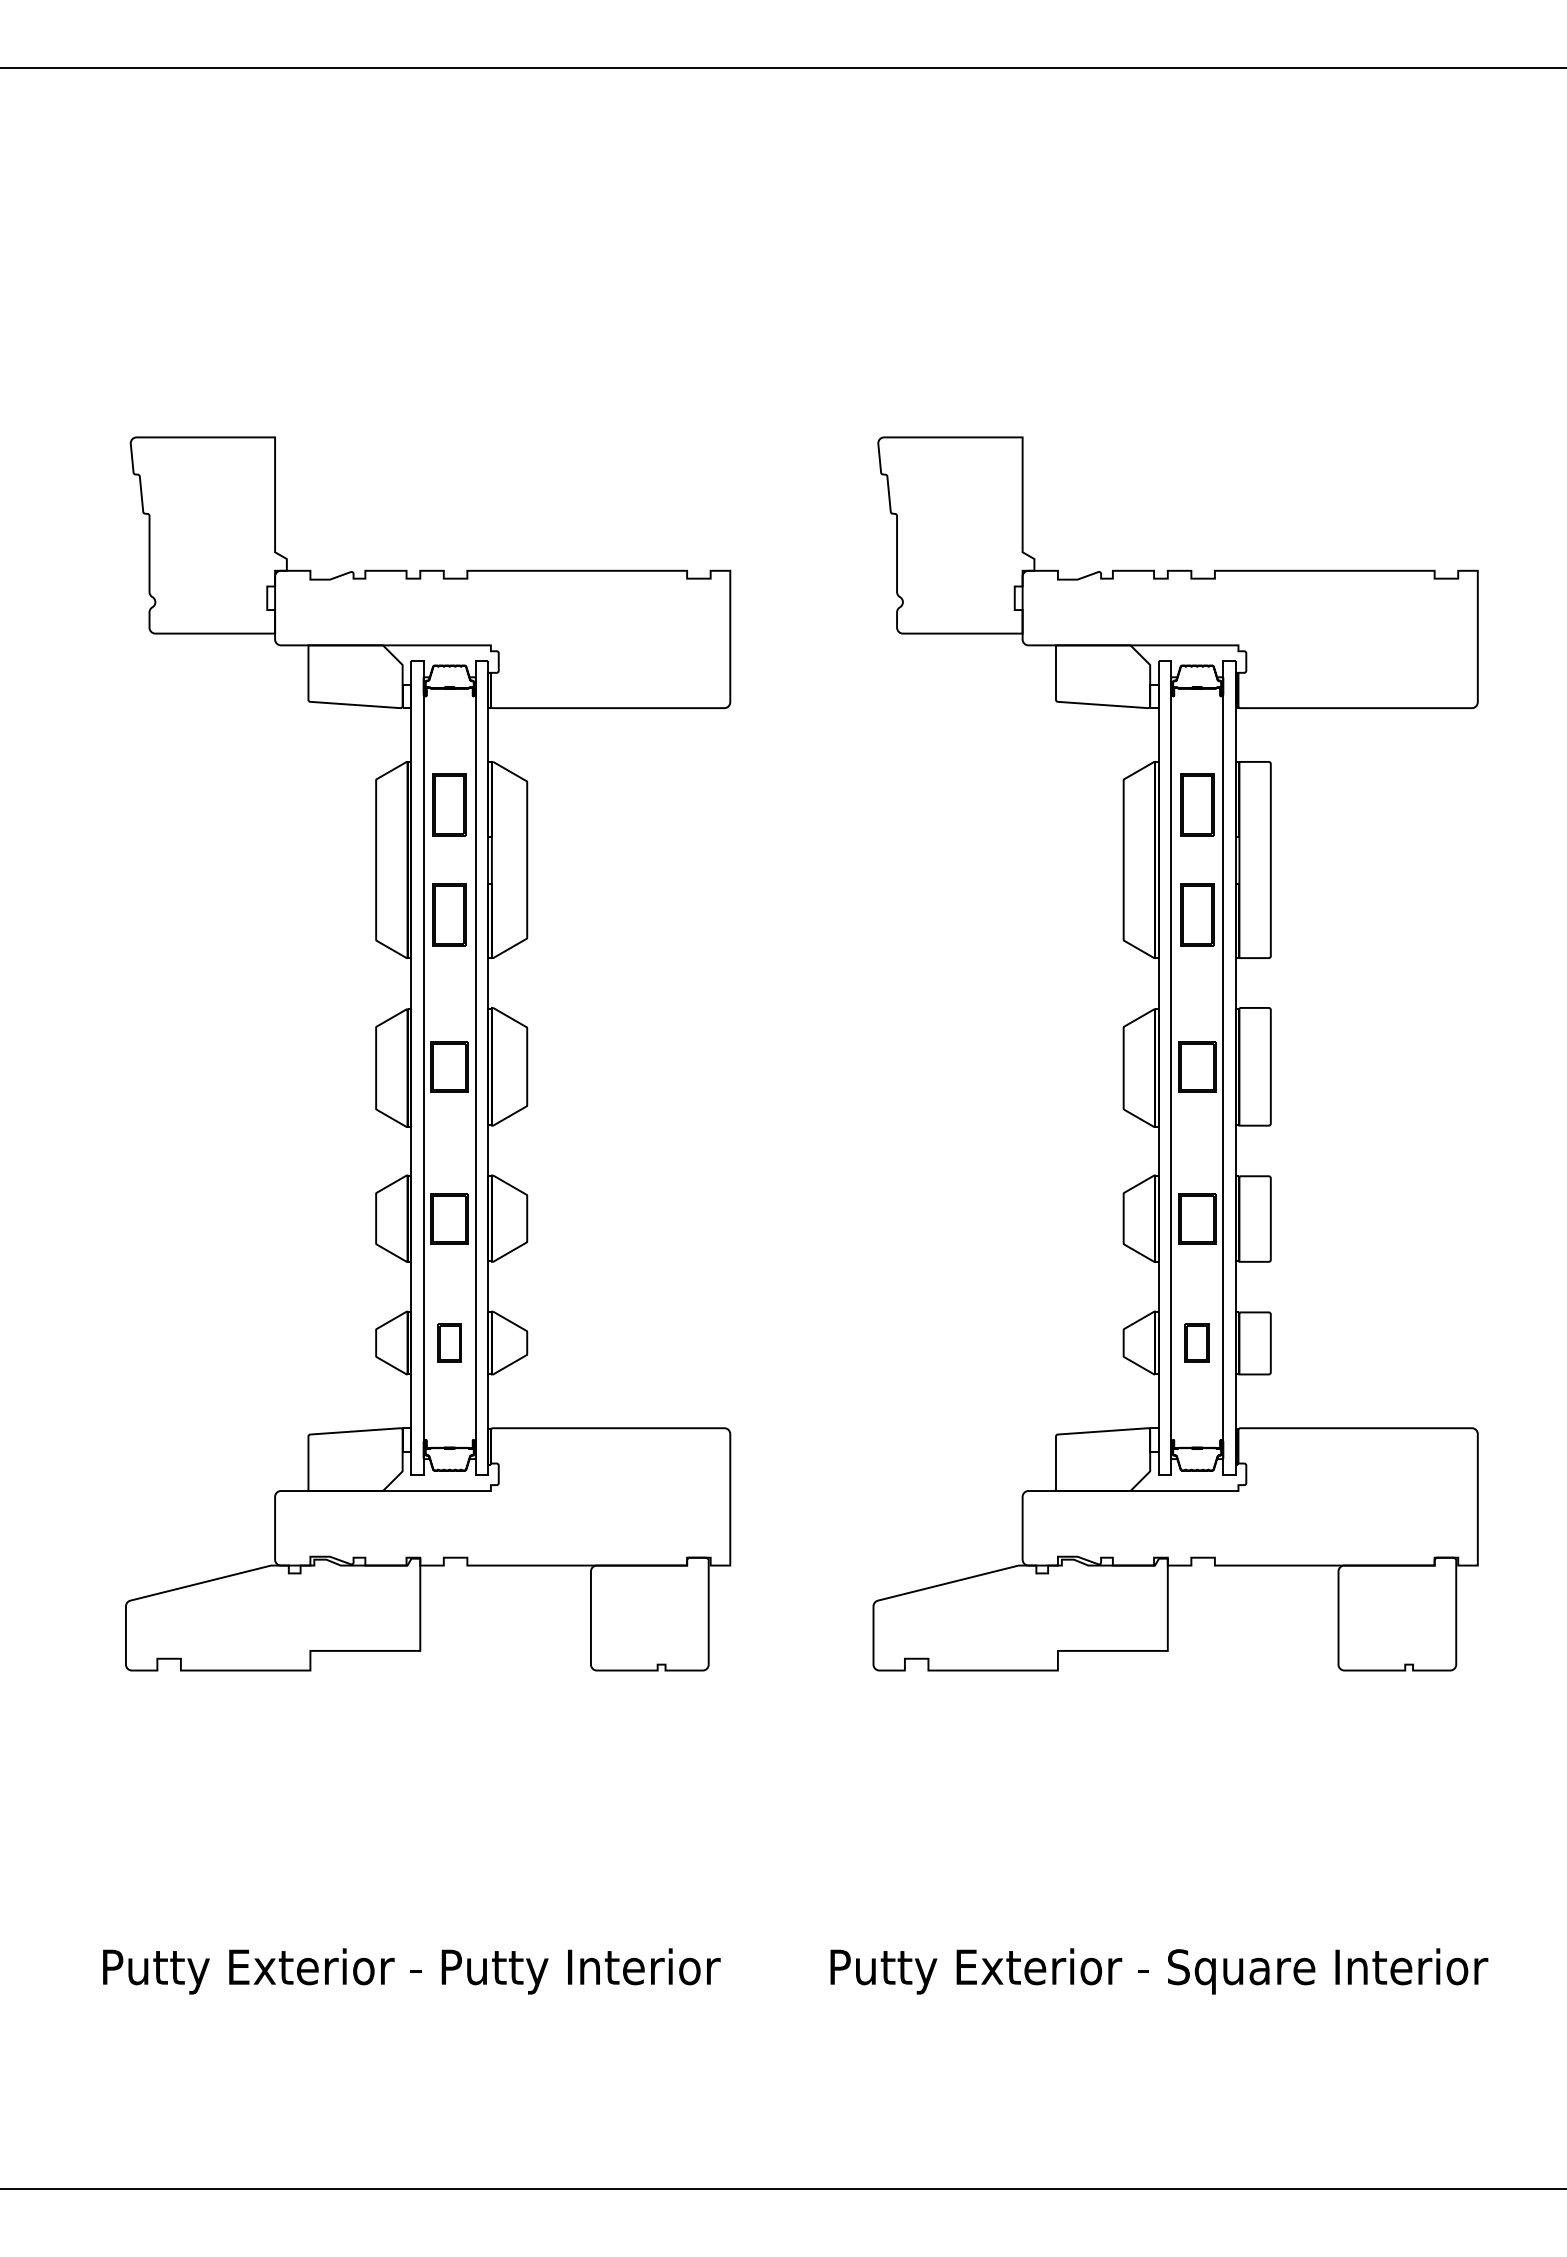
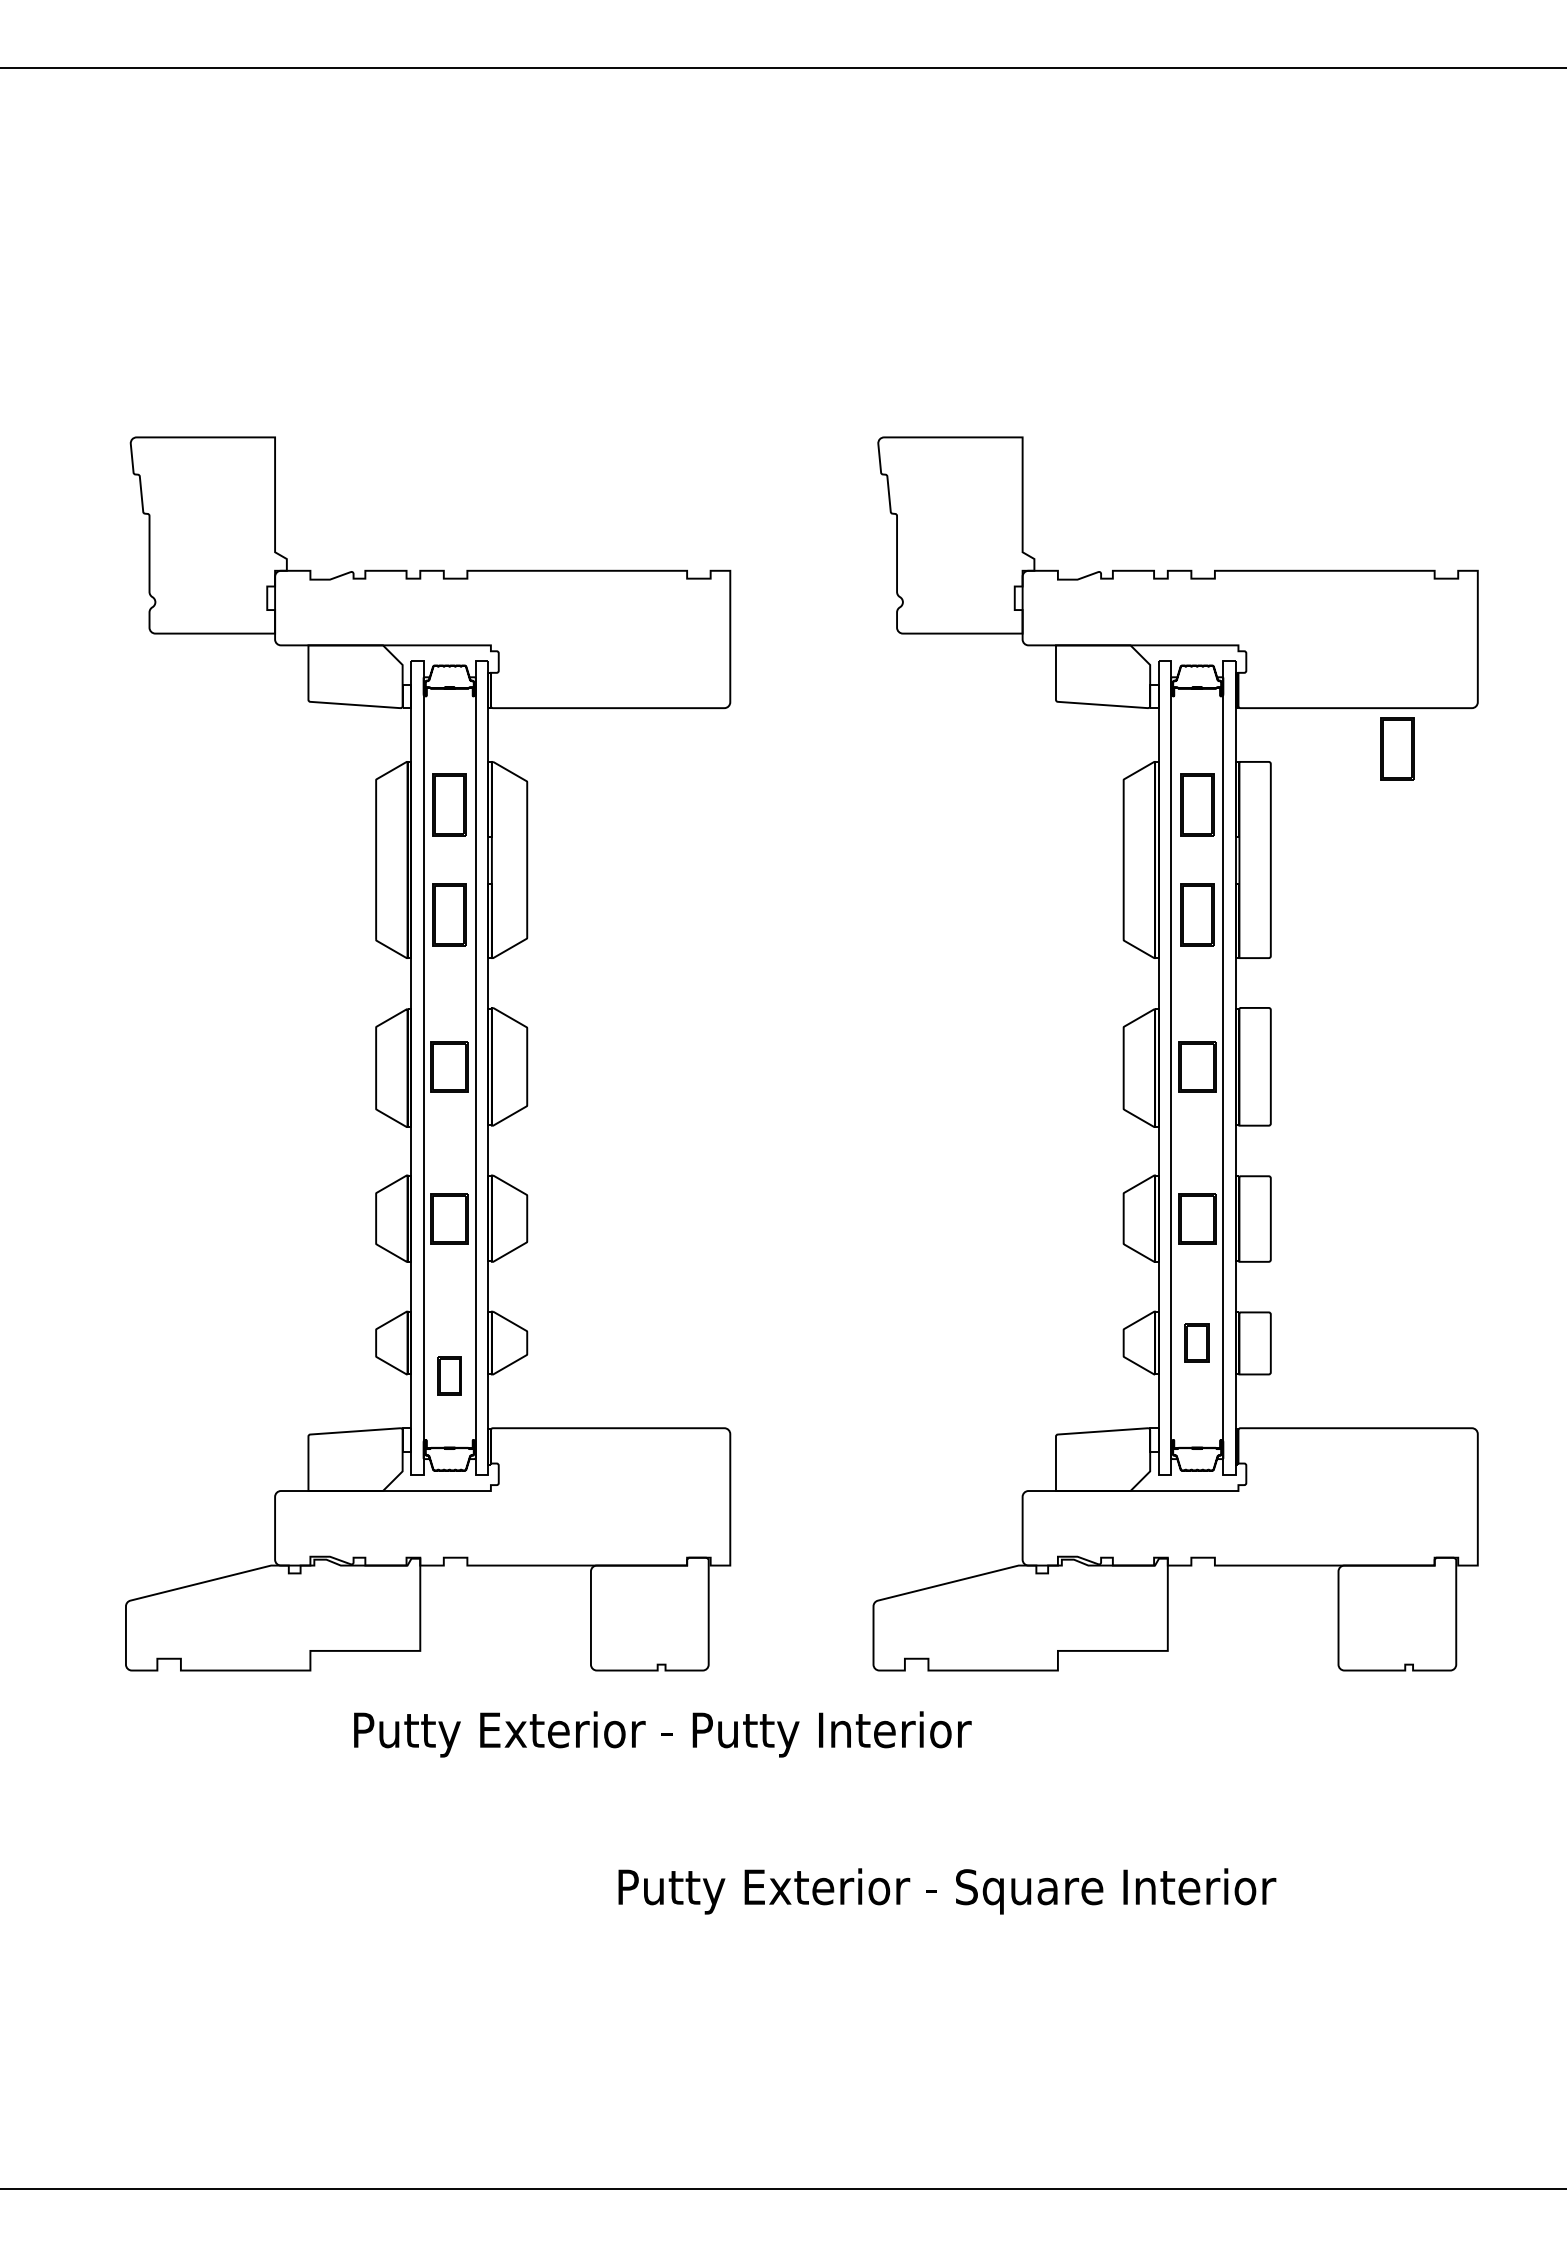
part at (1397, 748): none -> present
part at (449, 1342) position: (449, 1342) -> (449, 1375)
text at (411, 1971) position: (411, 1971) -> (662, 1734)
text at (1159, 1971) position: (1159, 1971) -> (947, 1891)
